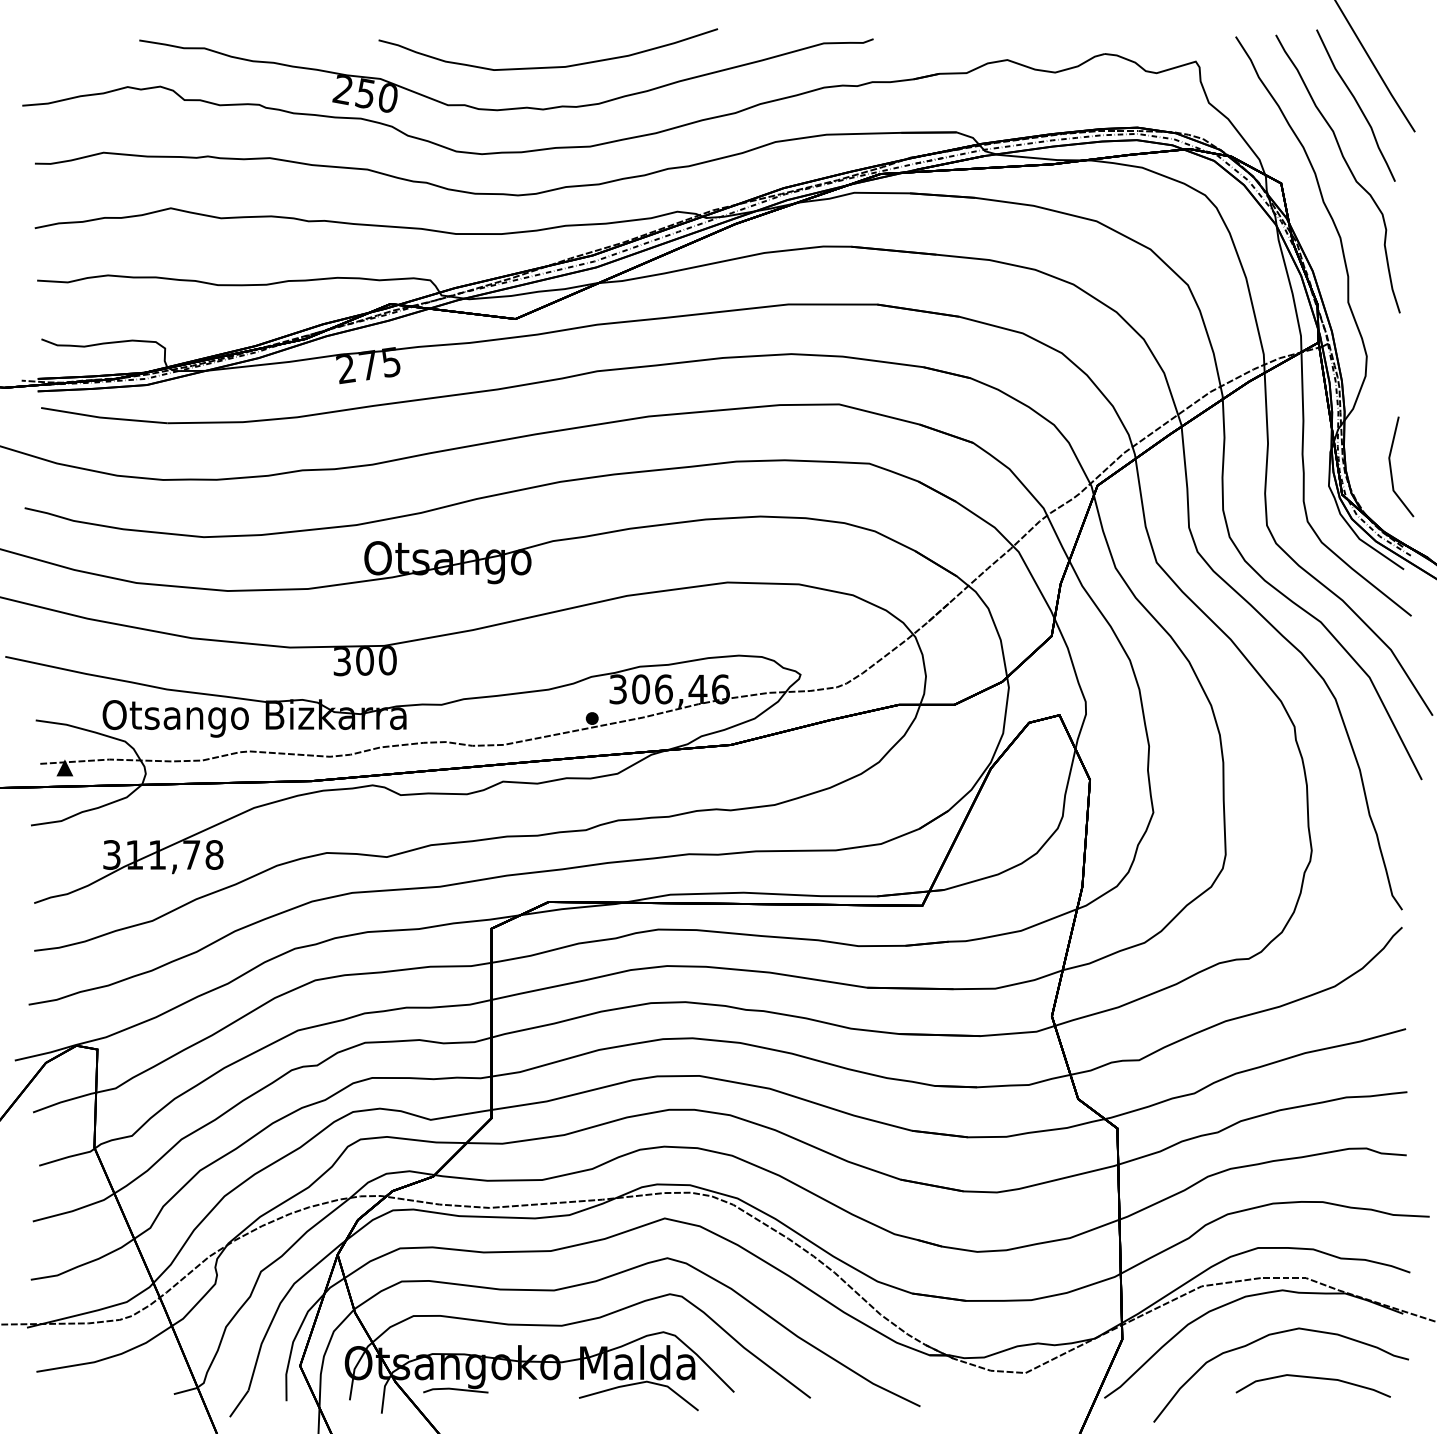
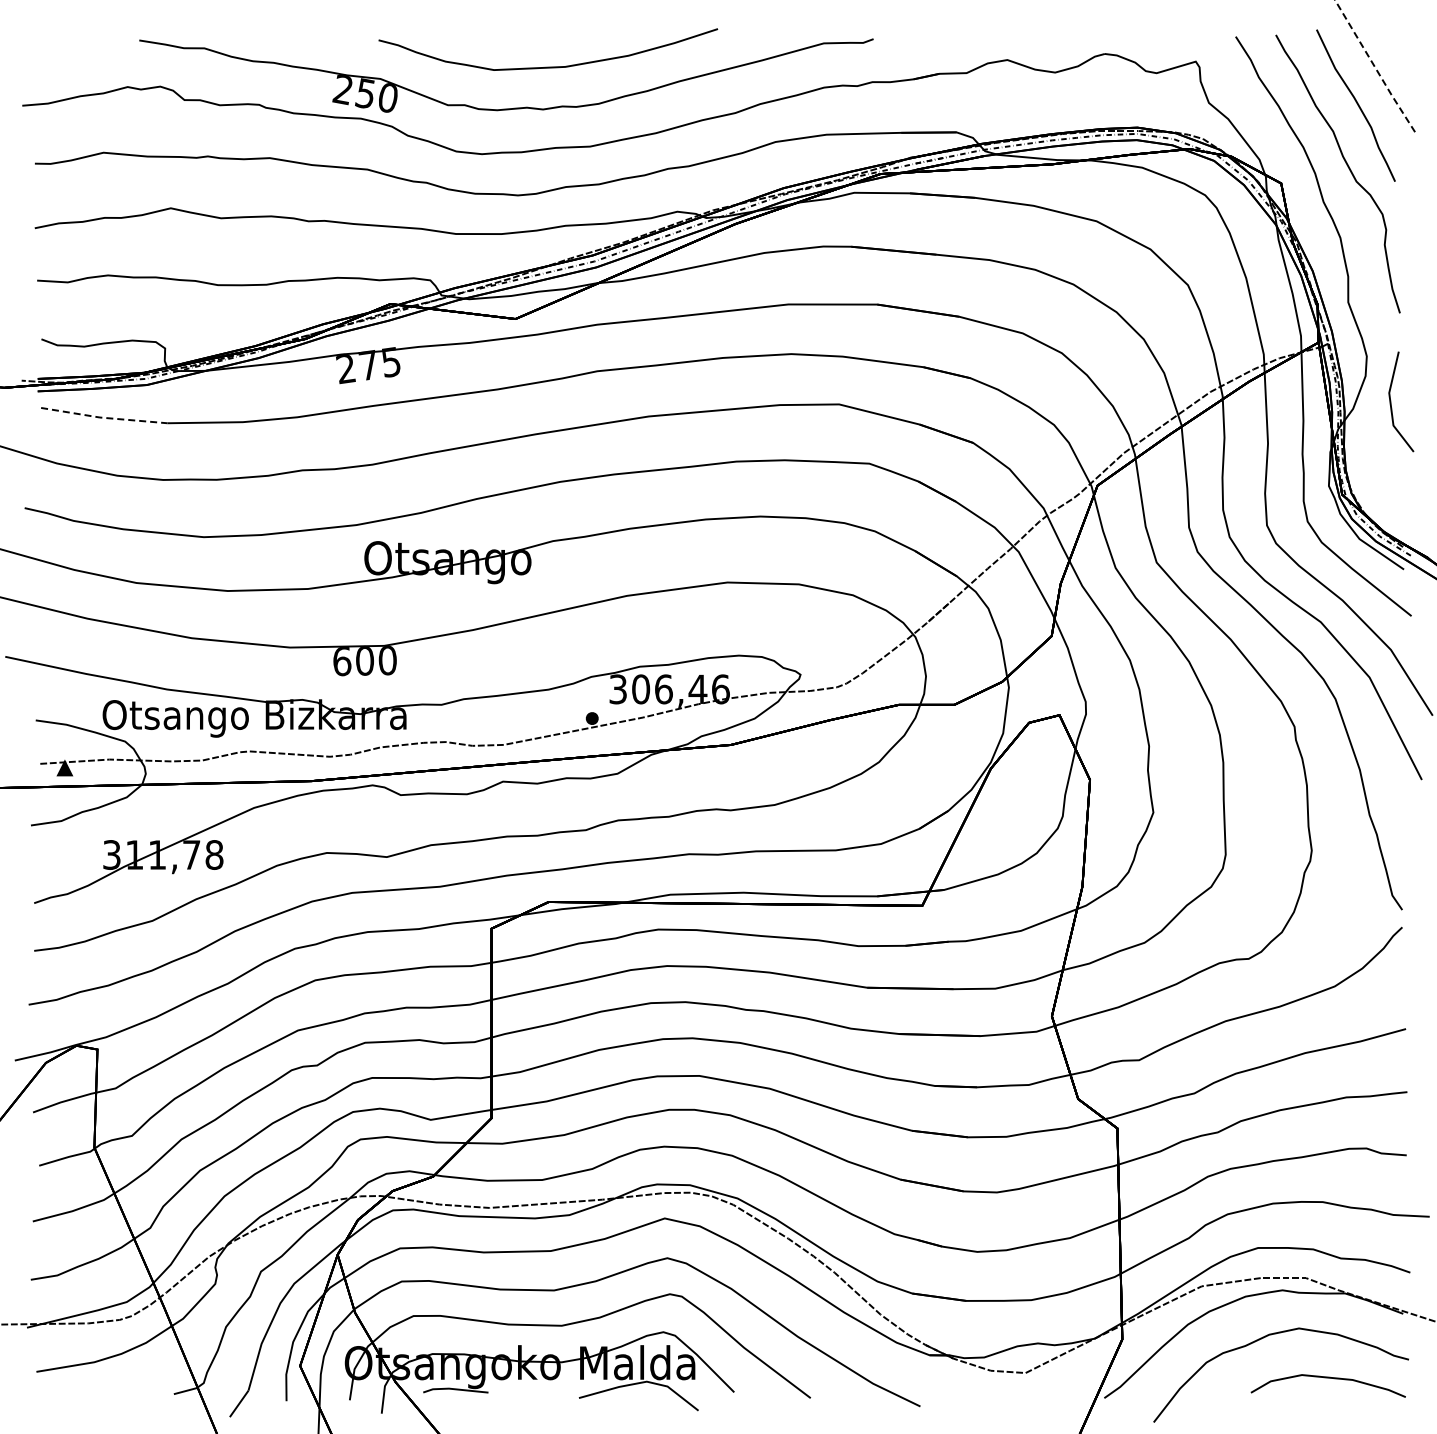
line at (1374, 66): solid -> dashed
line at (103, 417): solid -> dashed
line at (1391, 466) position: (1391, 466) -> (1391, 401)
text at (342, 661): 300 -> 600
curve at (1312, 1378) position: (1312, 1378) -> (1327, 1378)
